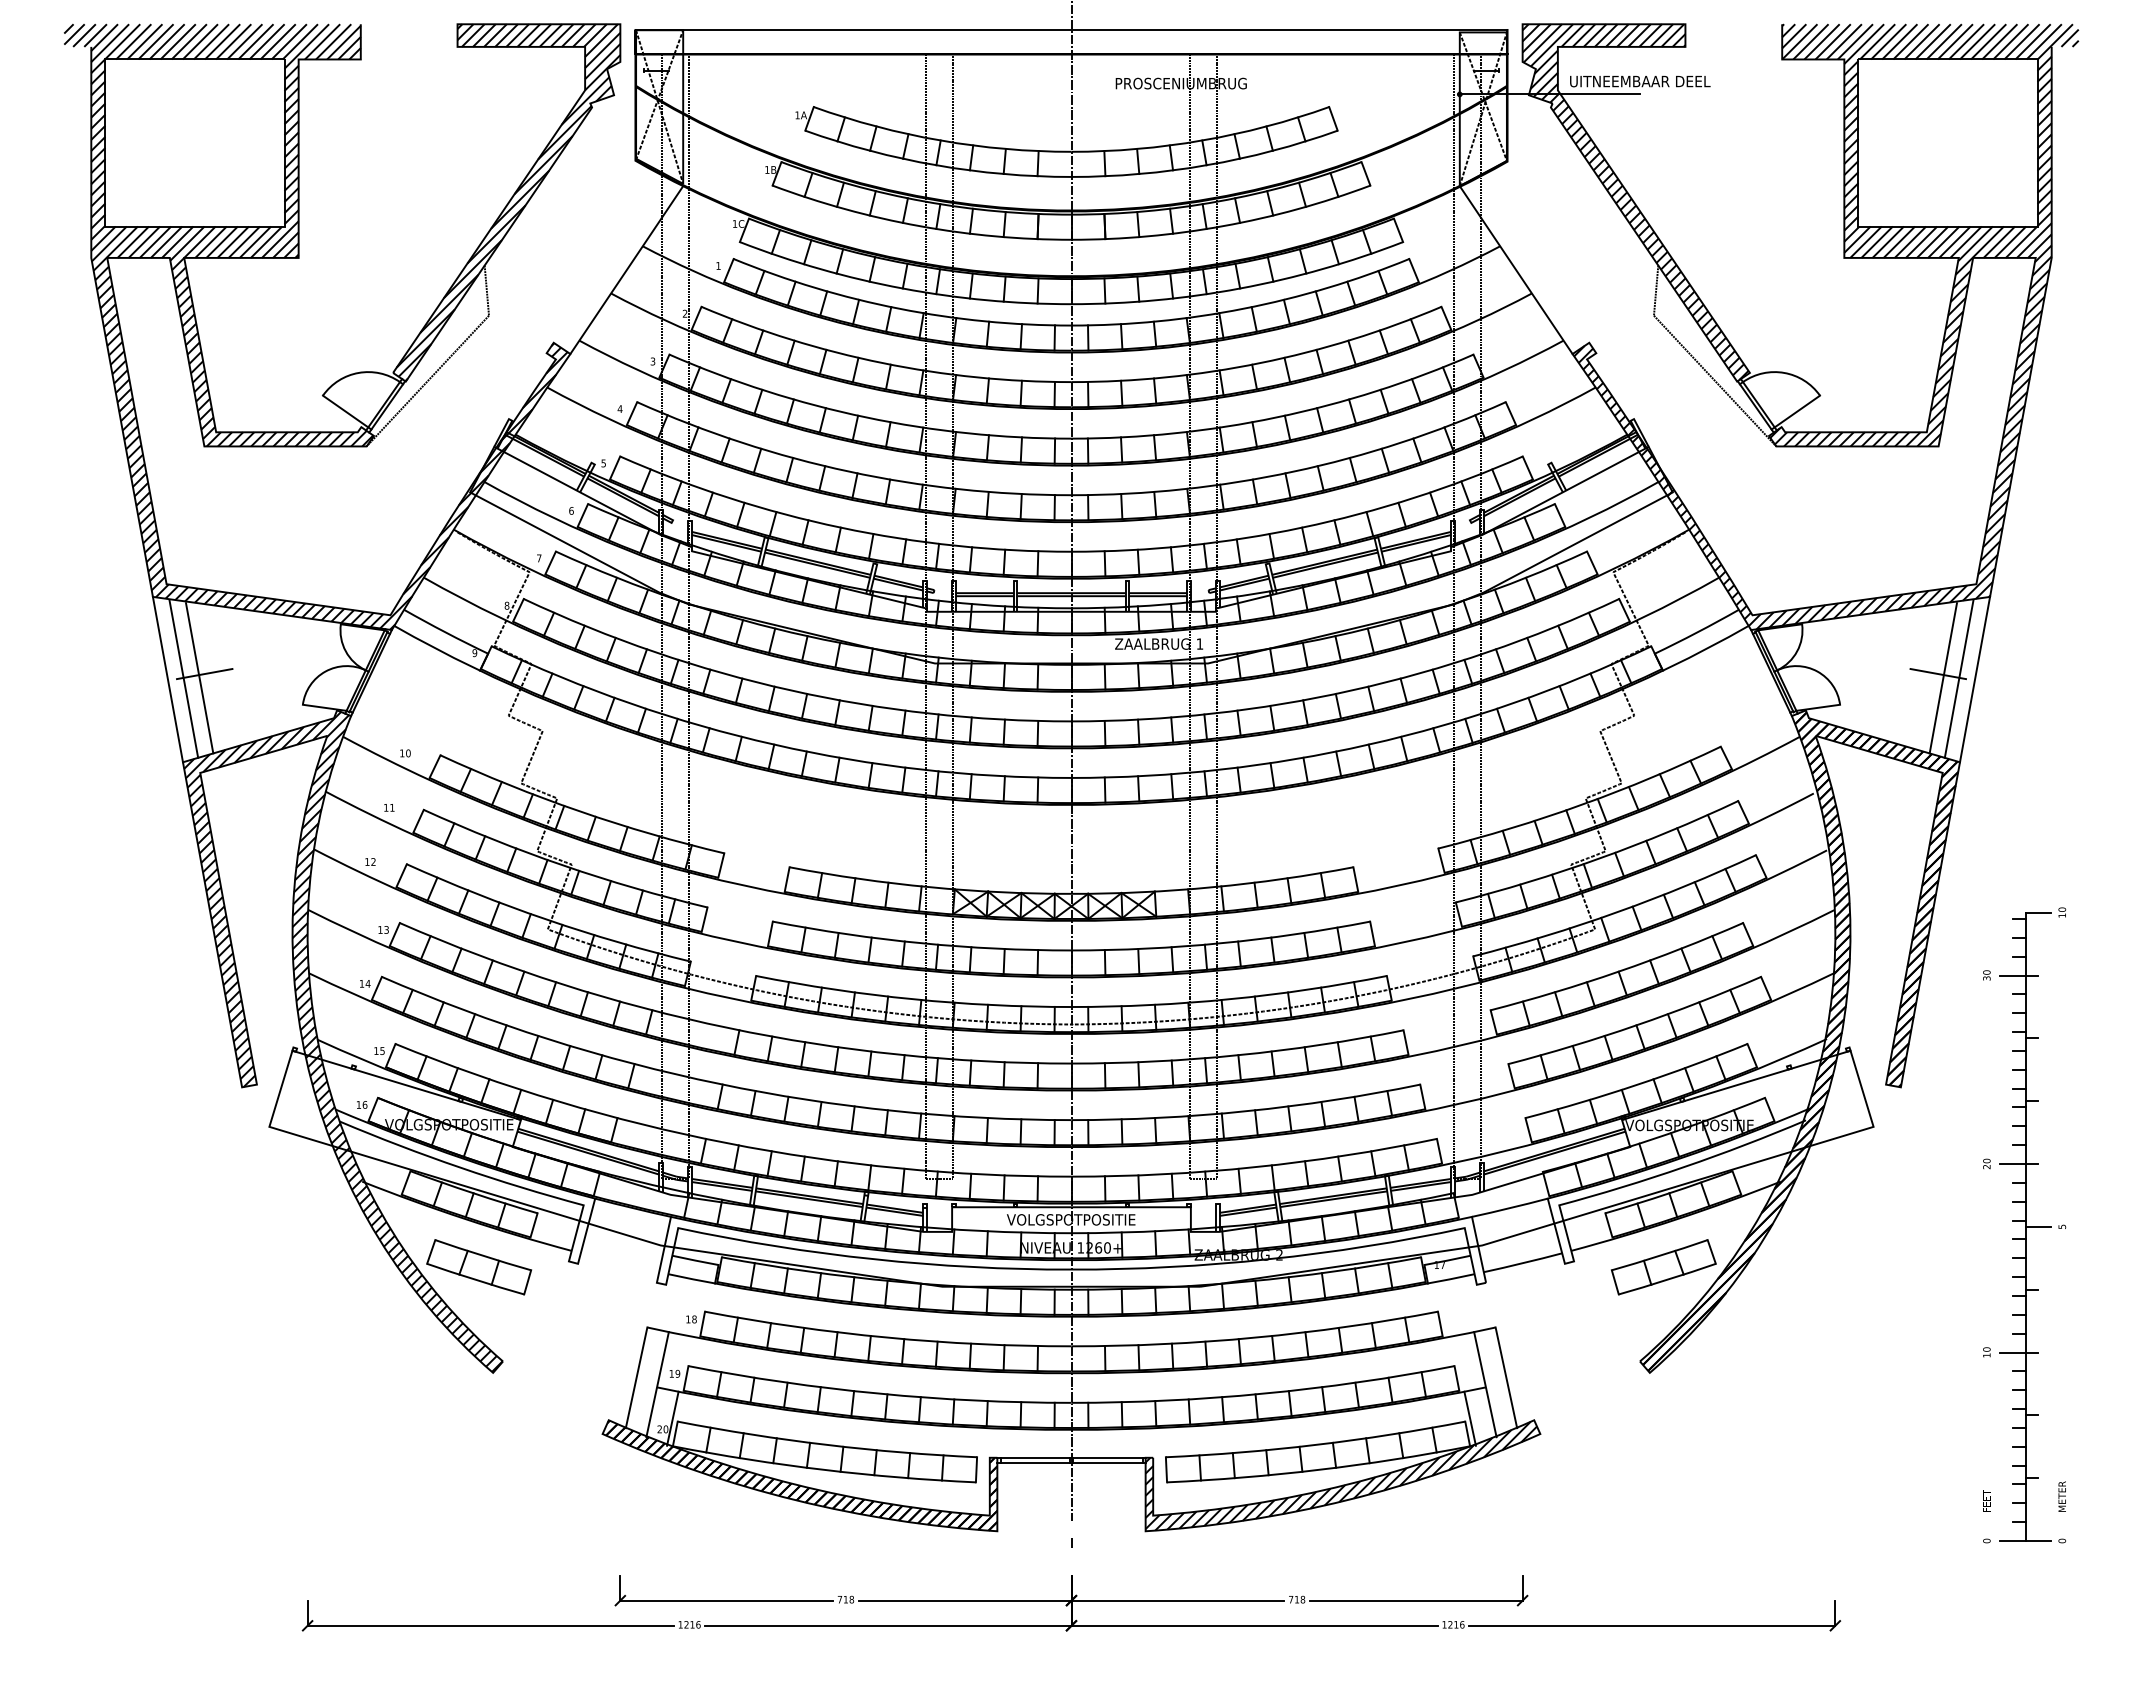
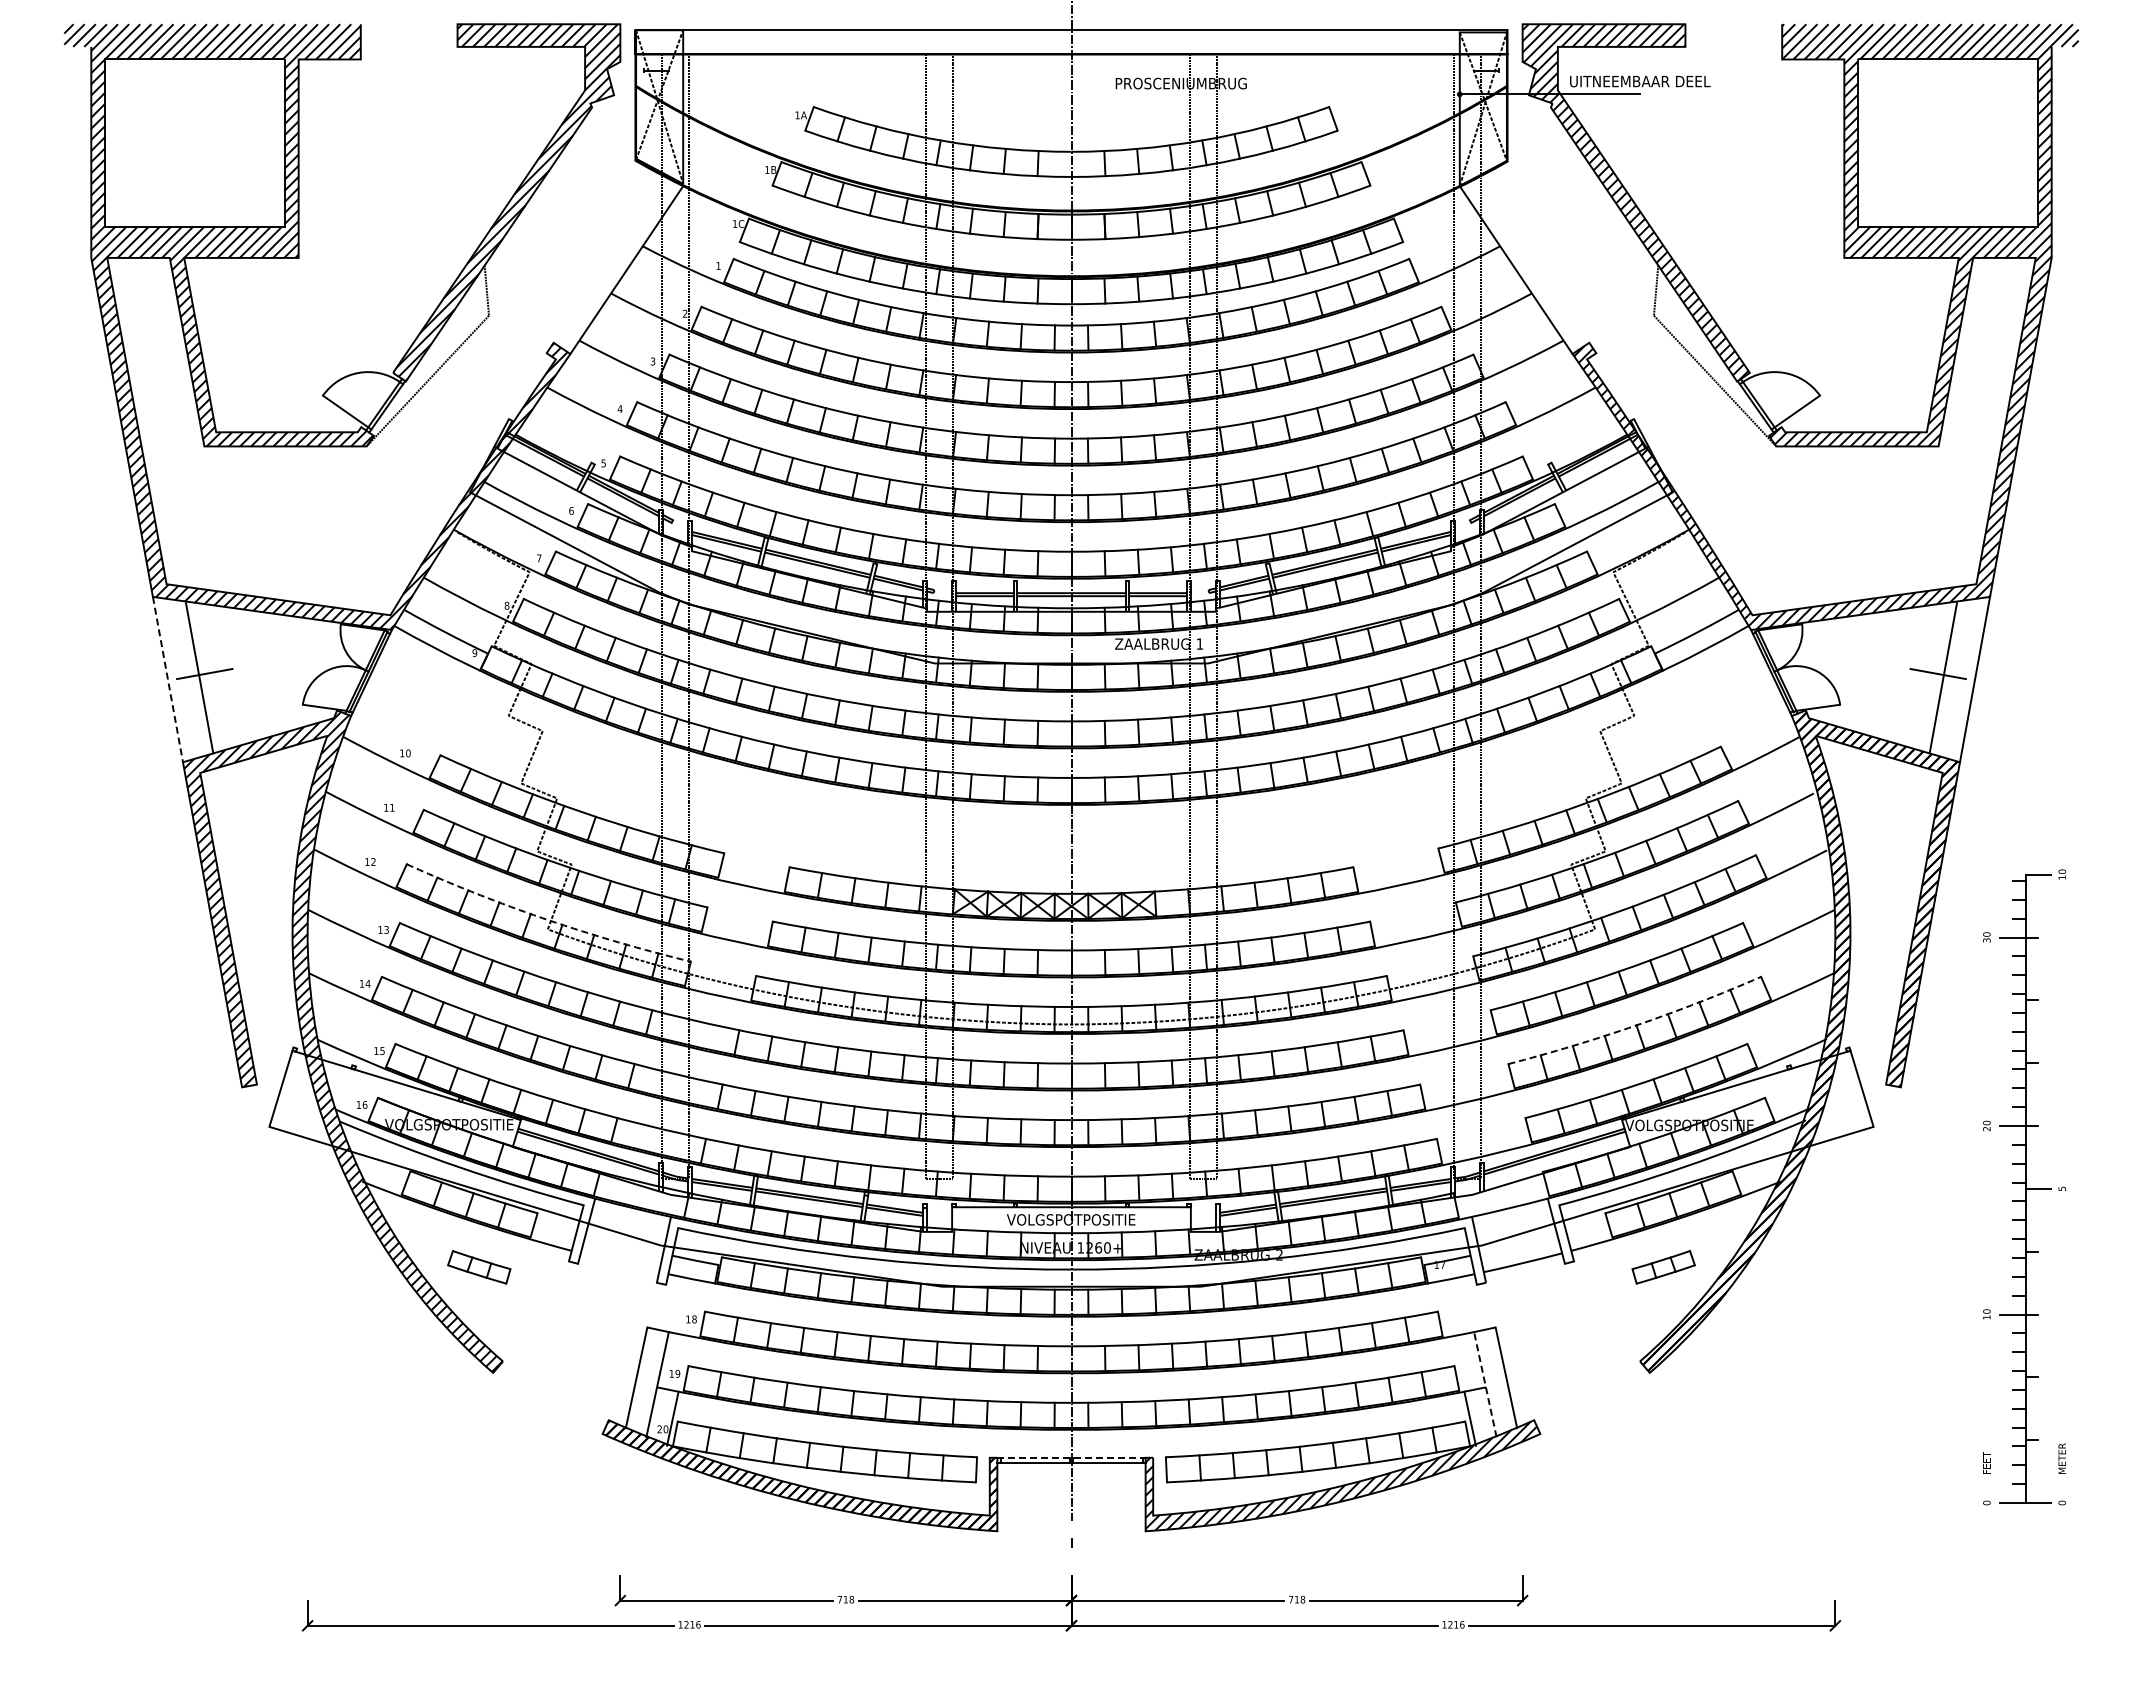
line at (183, 678): present -> none
line at (1958, 678): present -> none
line at (168, 680): solid -> dashed
arc at (546, 919): solid -> dashed
arc at (1636, 1025): solid -> dashed
part at (2024, 1225) position: (2024, 1225) -> (2024, 1187)
part at (479, 1267) size: 107x57 px -> 65x35 px
part at (1663, 1267) size: 107x57 px -> 65x35 px
line at (1485, 1384): solid -> dashed
line at (1071, 1457): solid -> dashed
